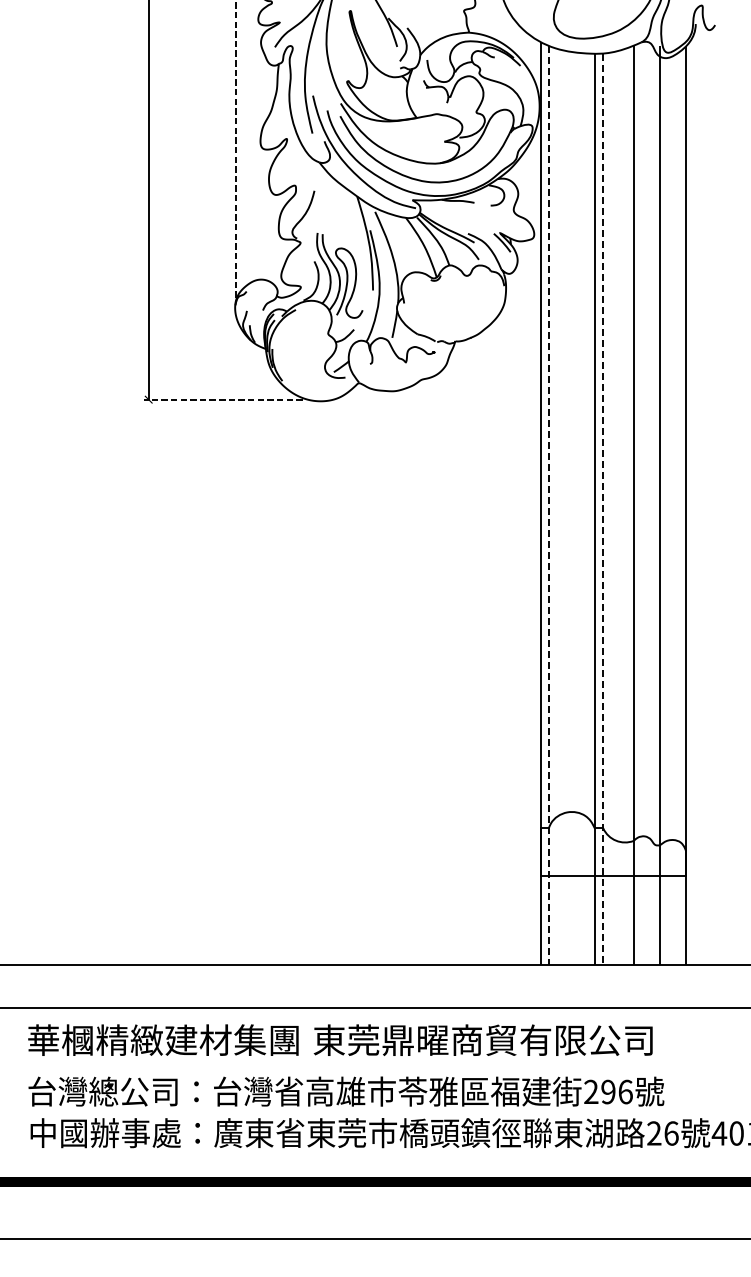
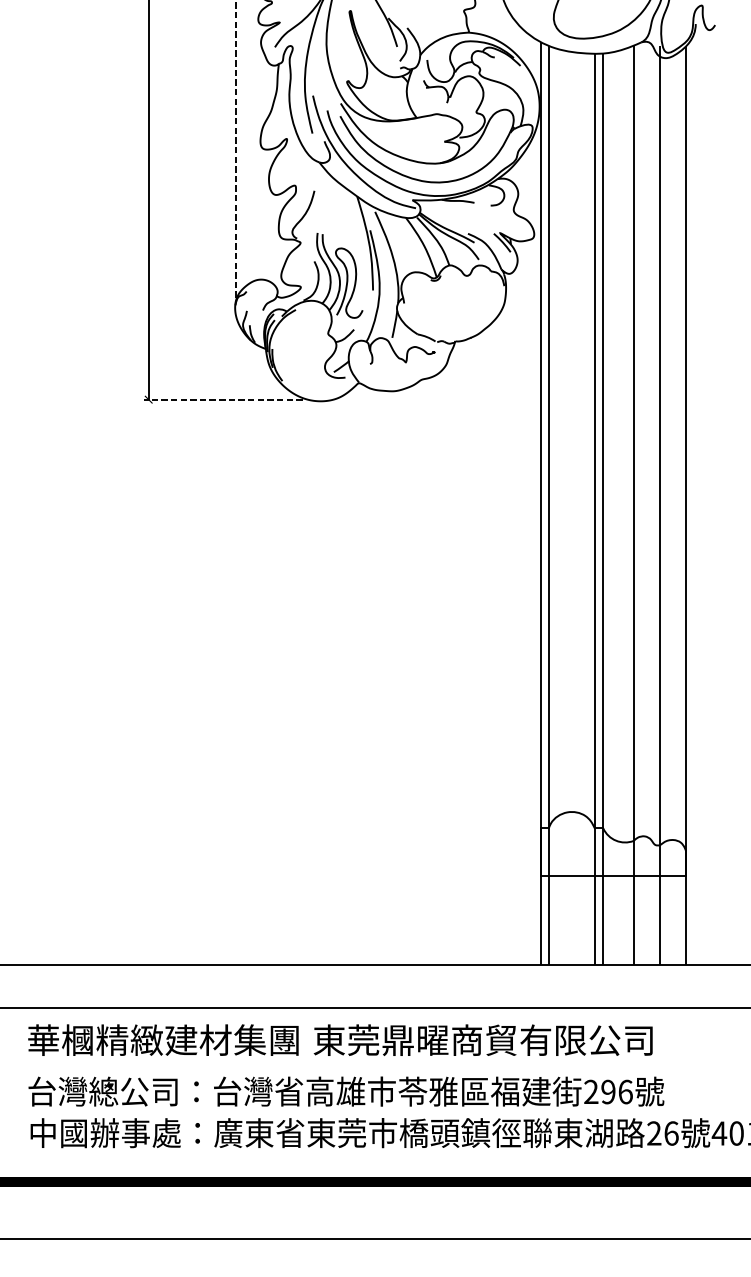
line at (548, 505): dashed -> solid
line at (603, 509): dashed -> solid
